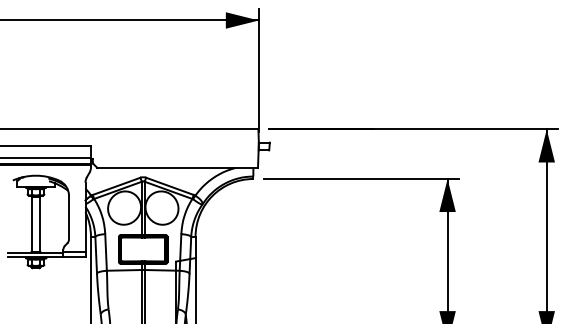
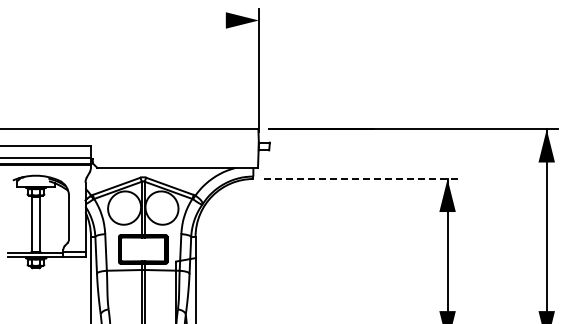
line at (130, 20): present -> none
line at (361, 179): solid -> dashed
